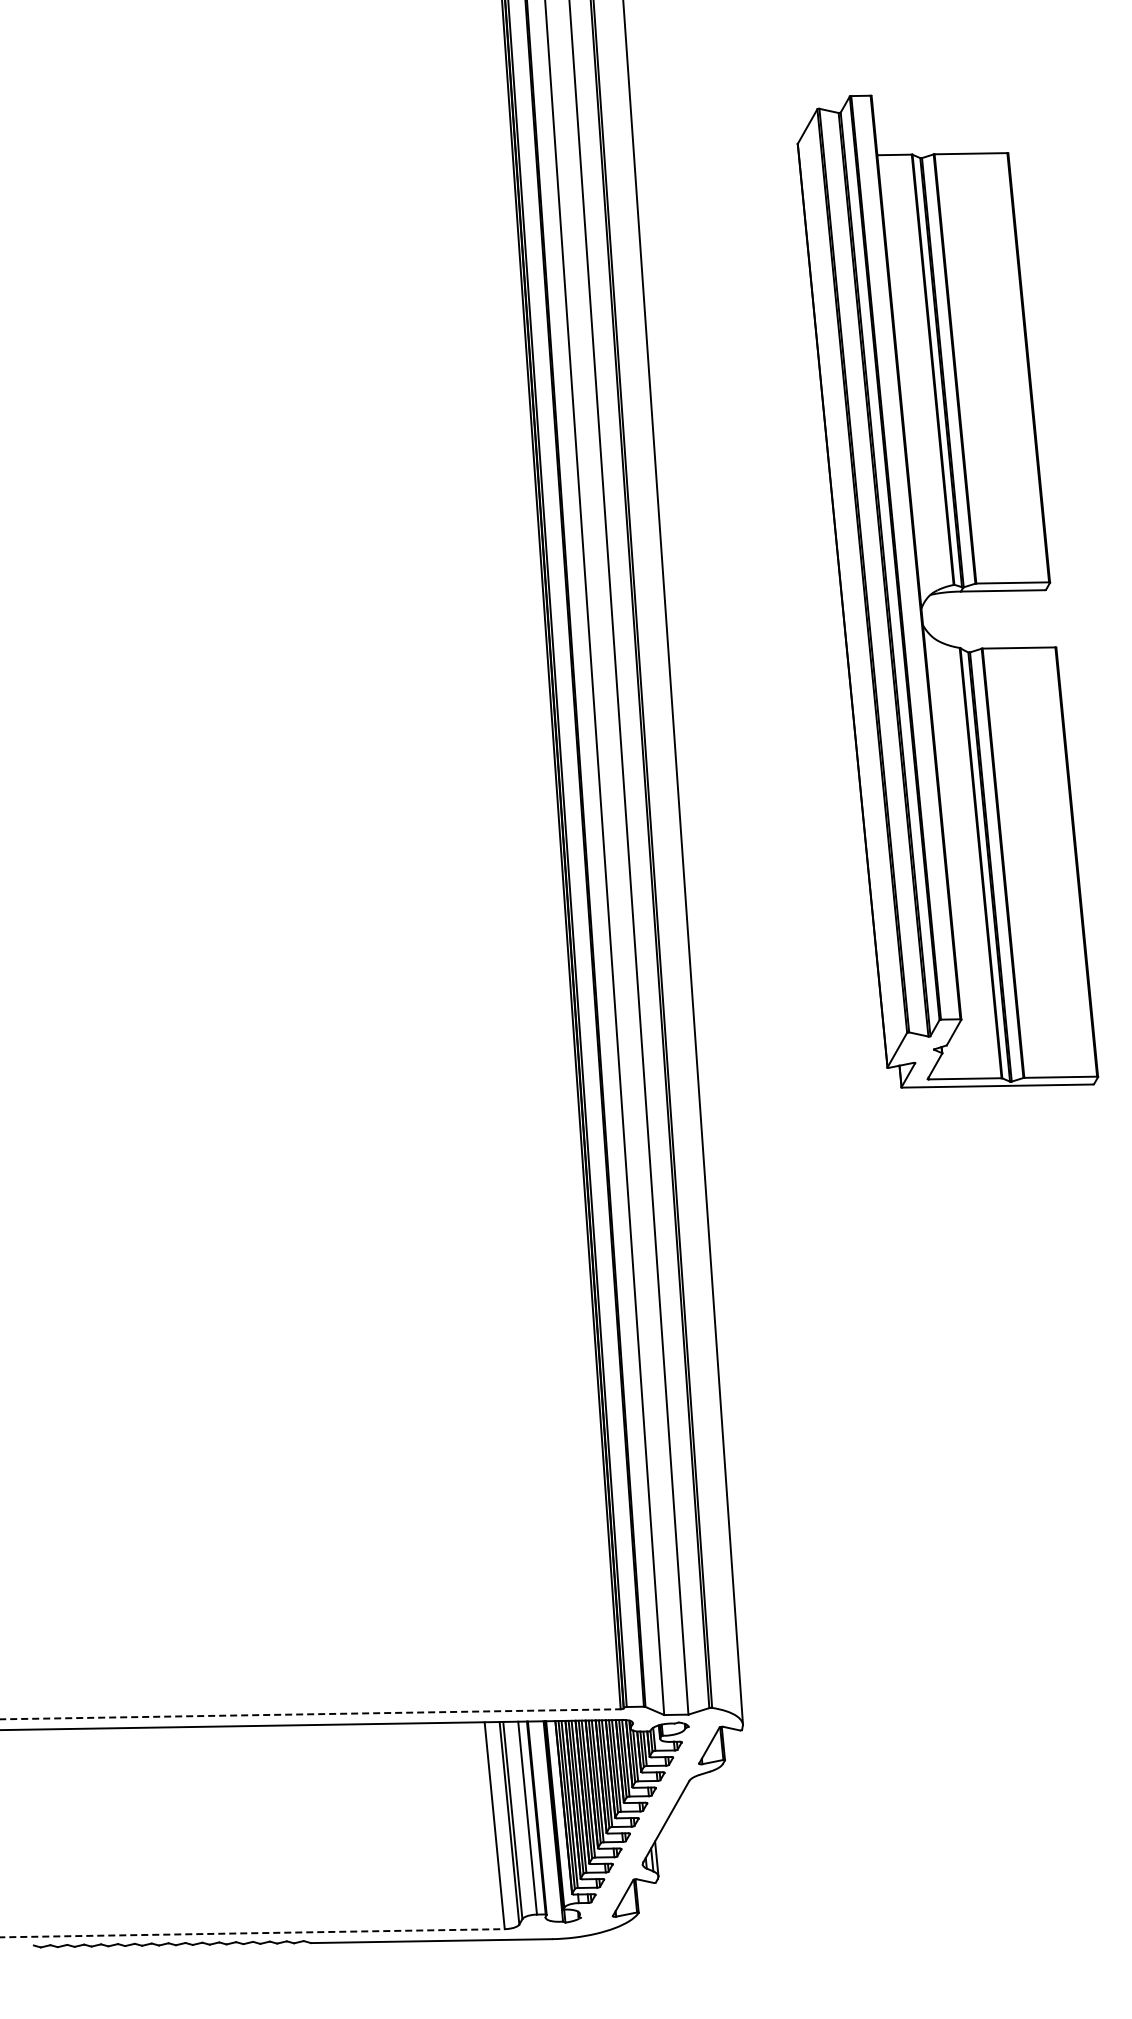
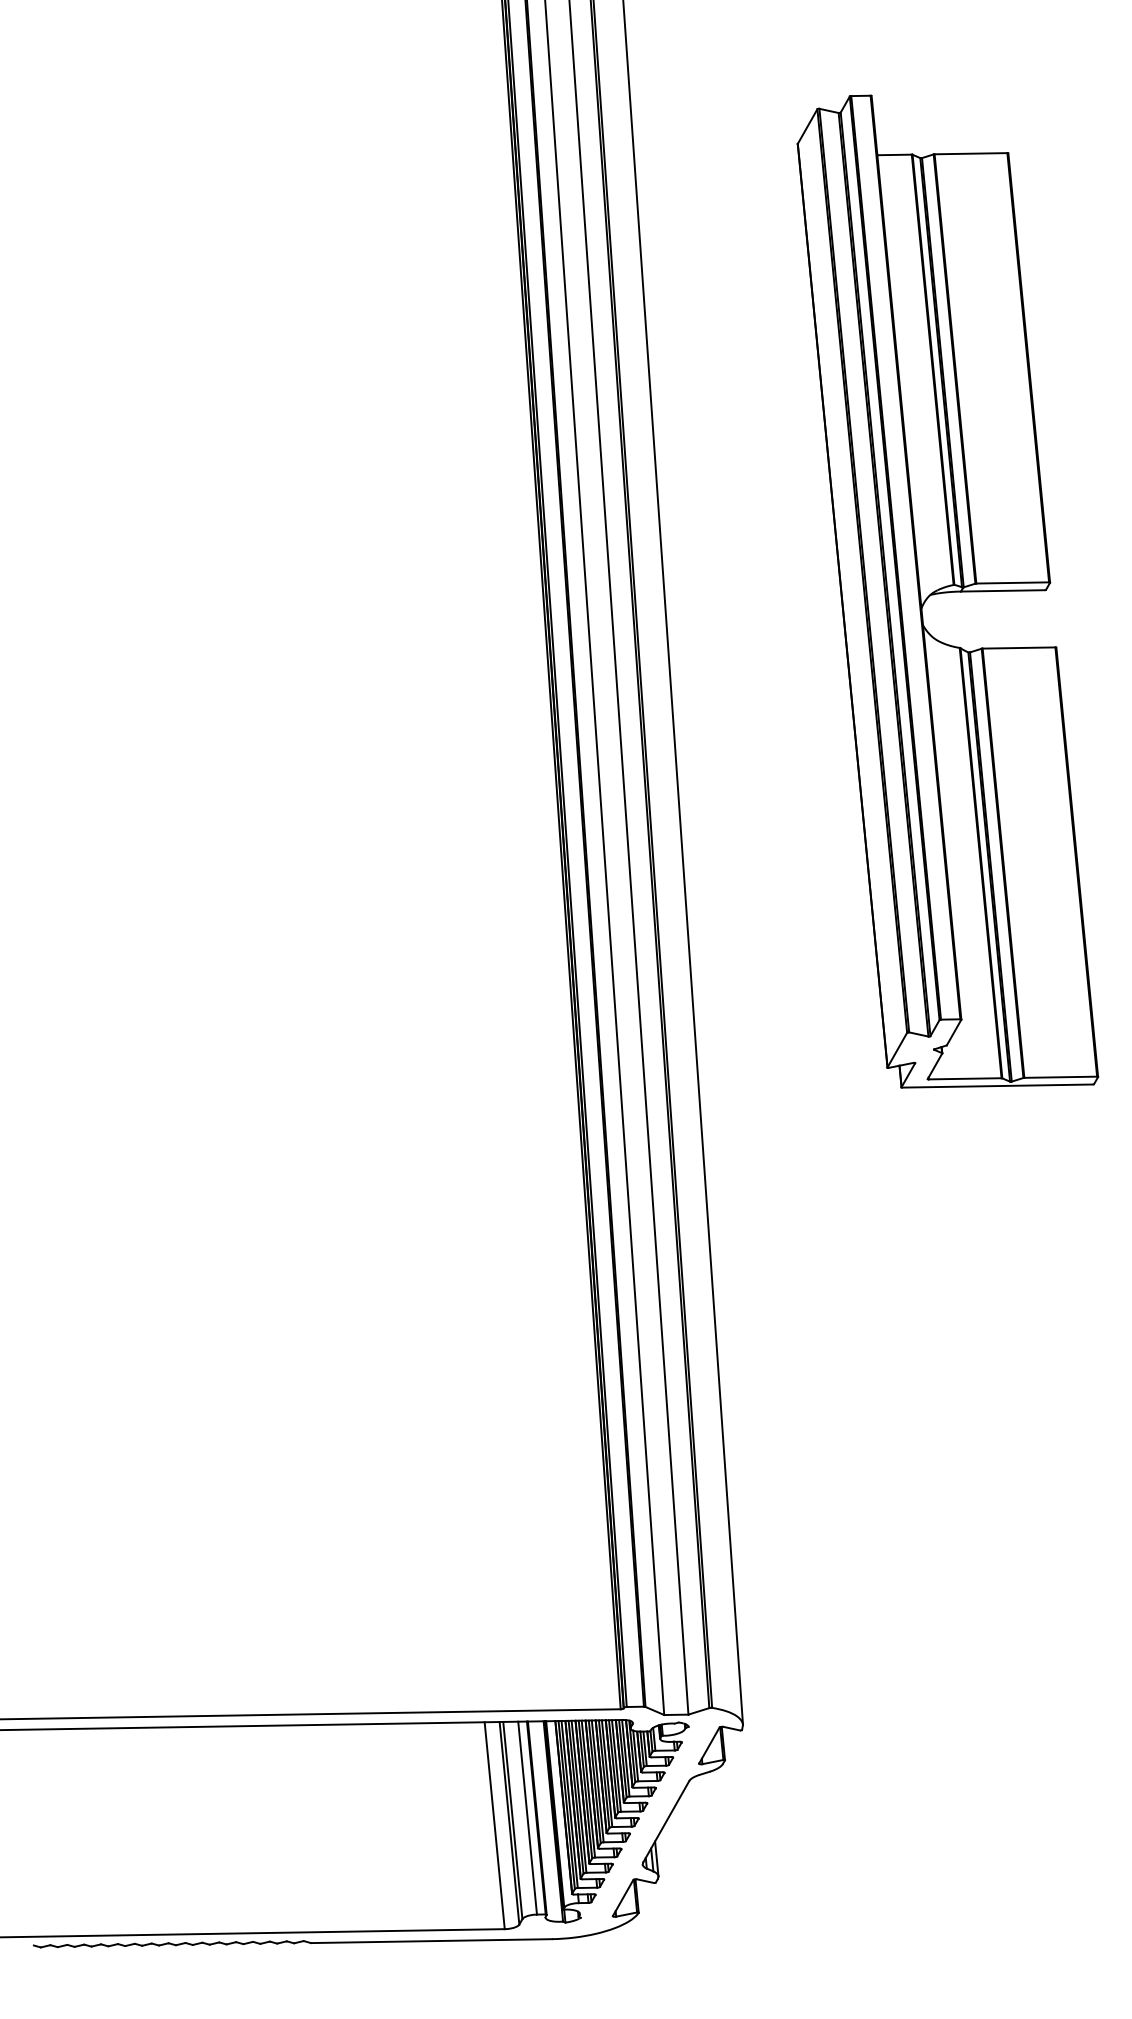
line at (310, 1714): dashed -> solid
line at (252, 1933): dashed -> solid
